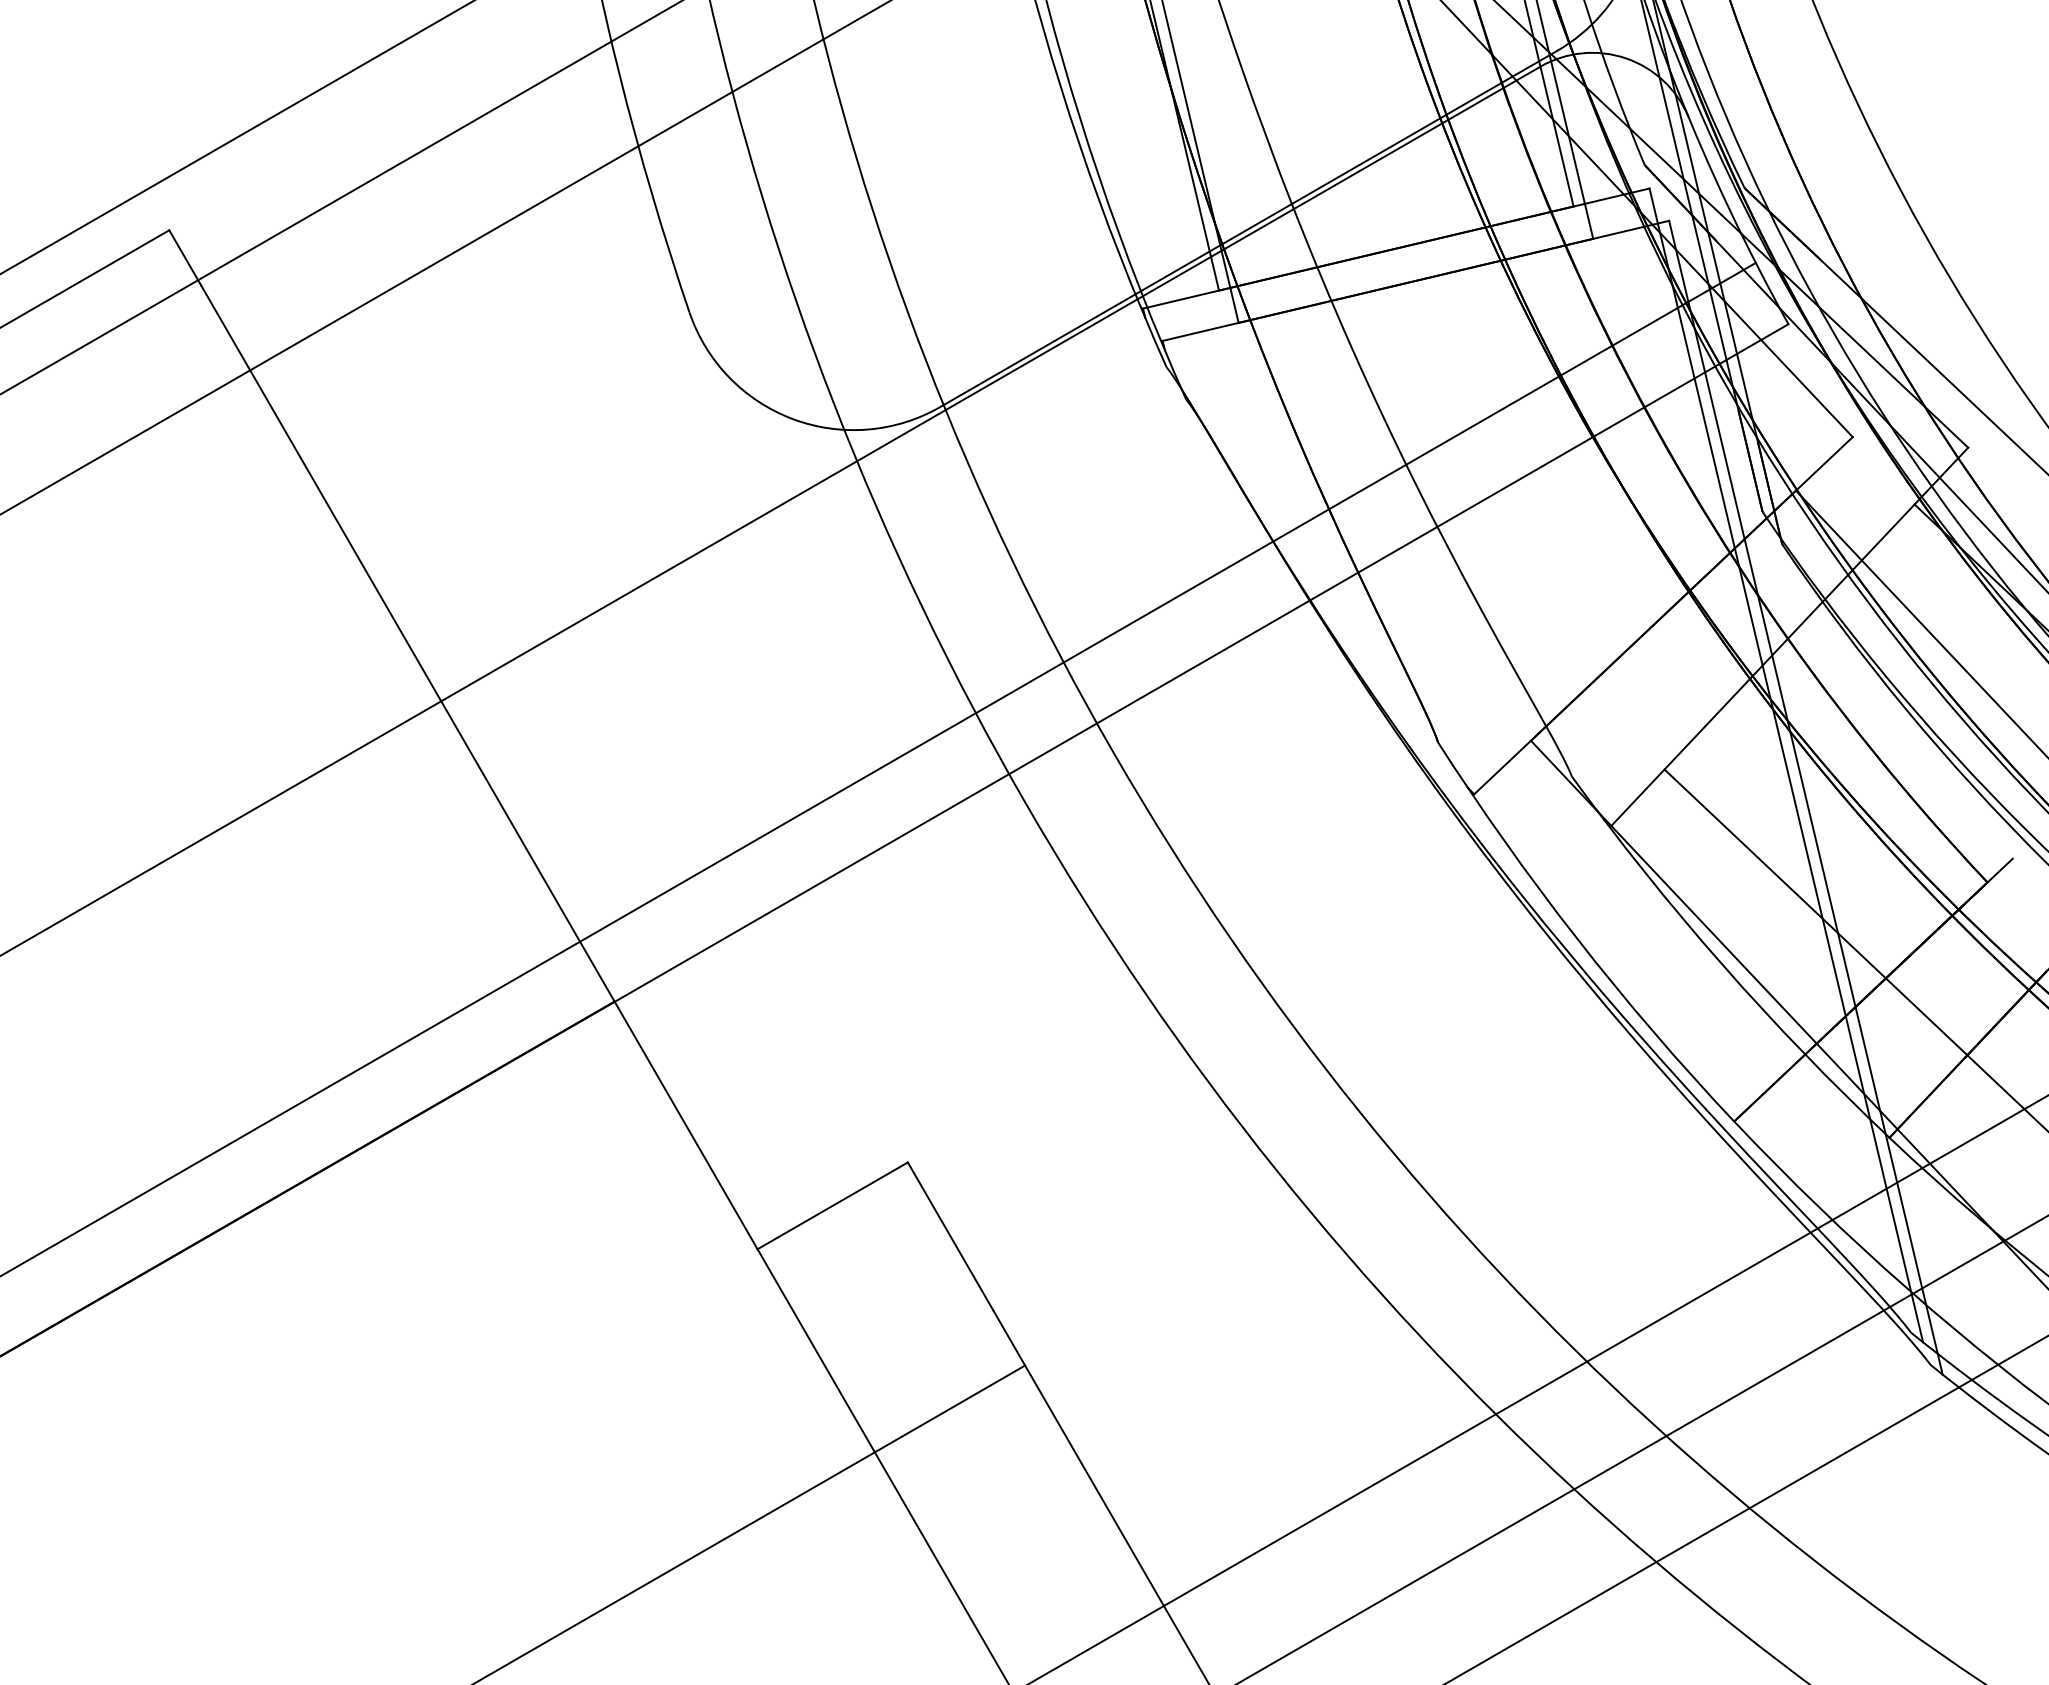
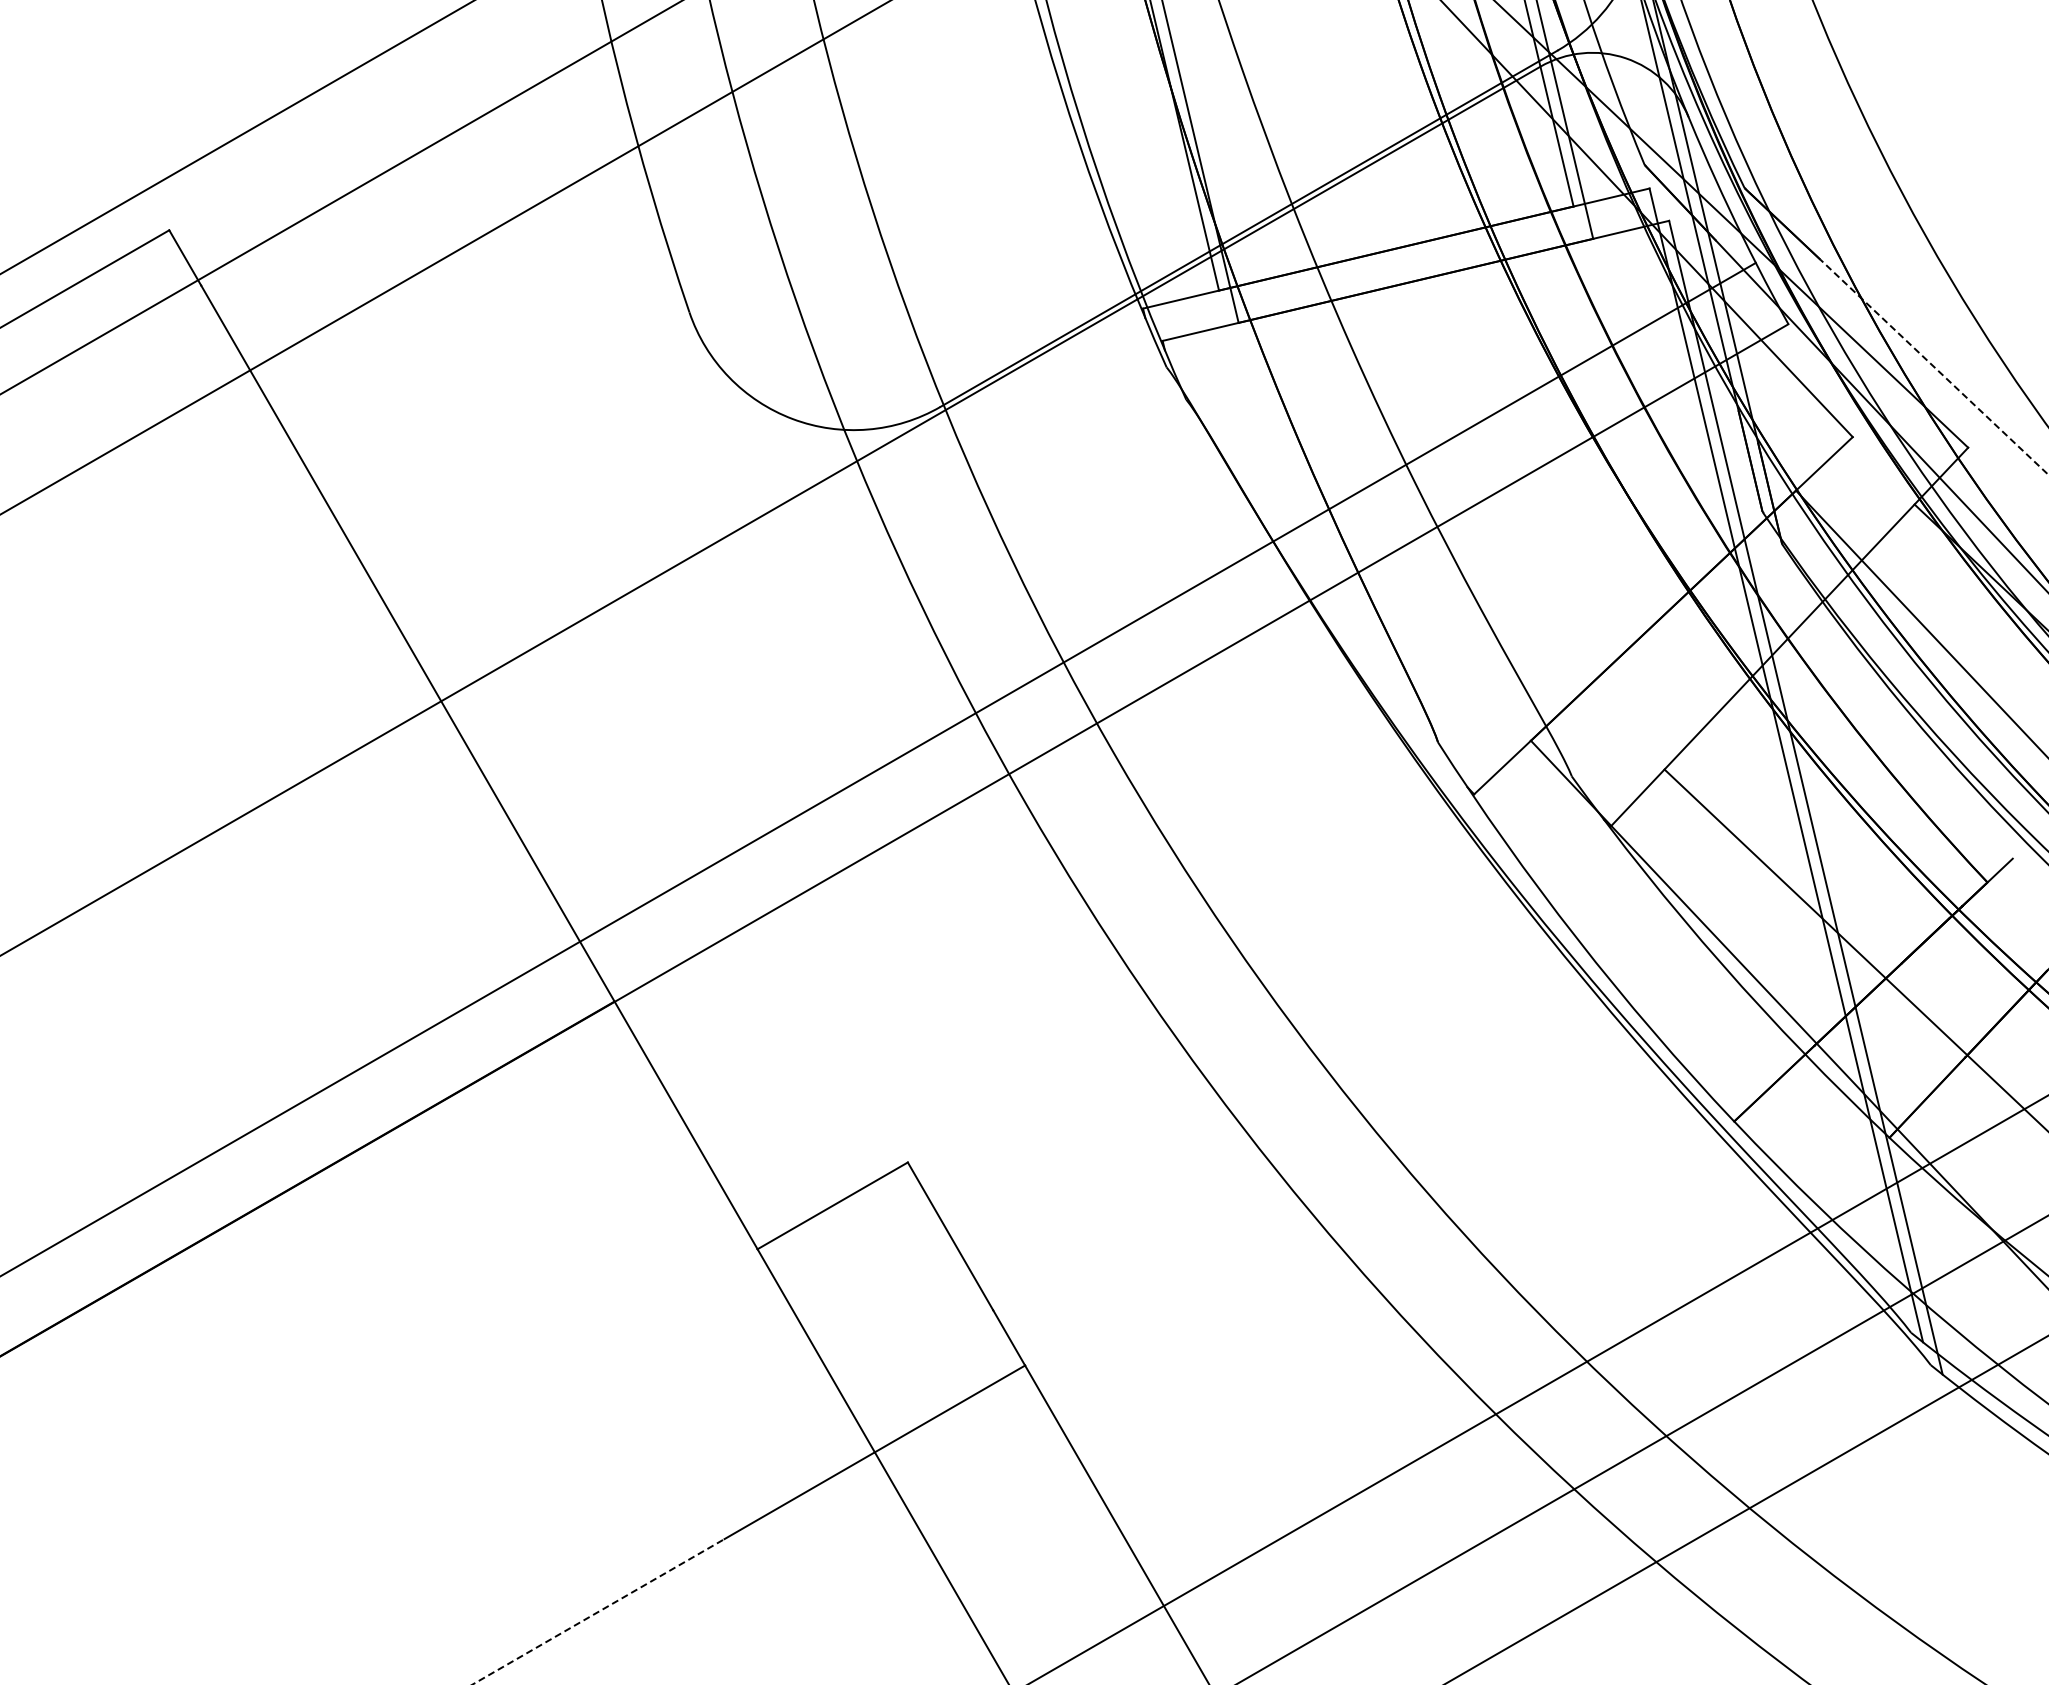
line at (1934, 367): solid -> dashed
line at (599, 1611): solid -> dashed
